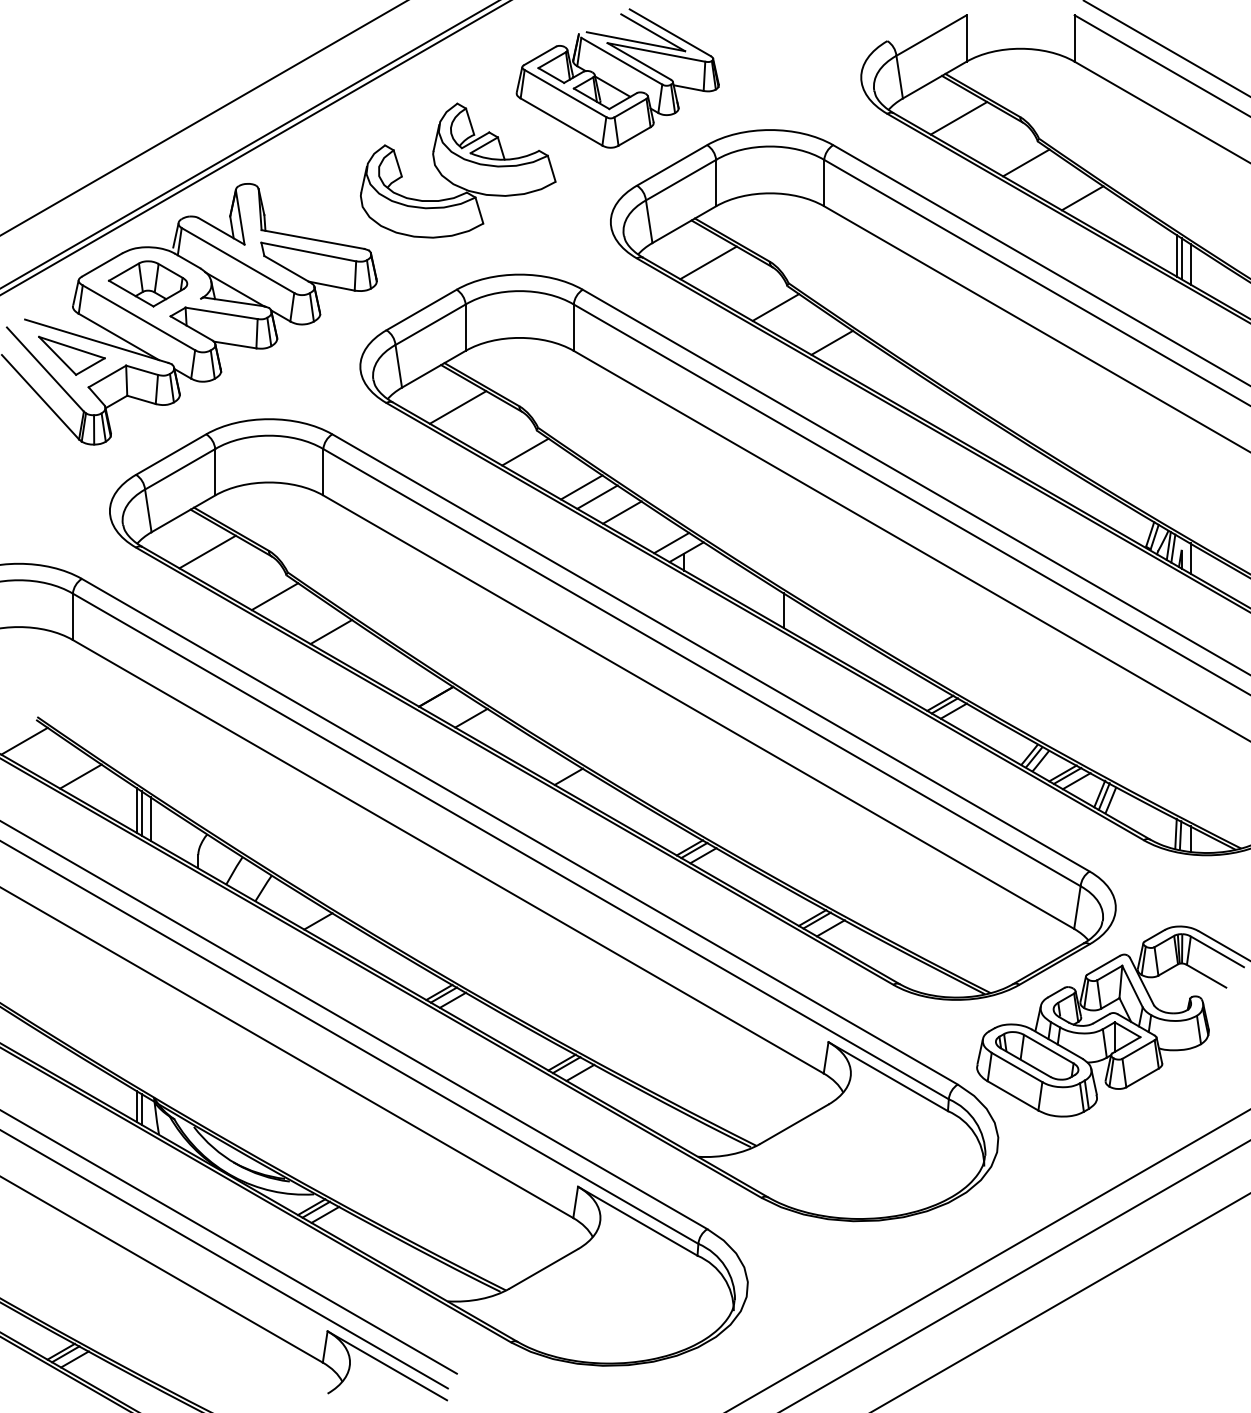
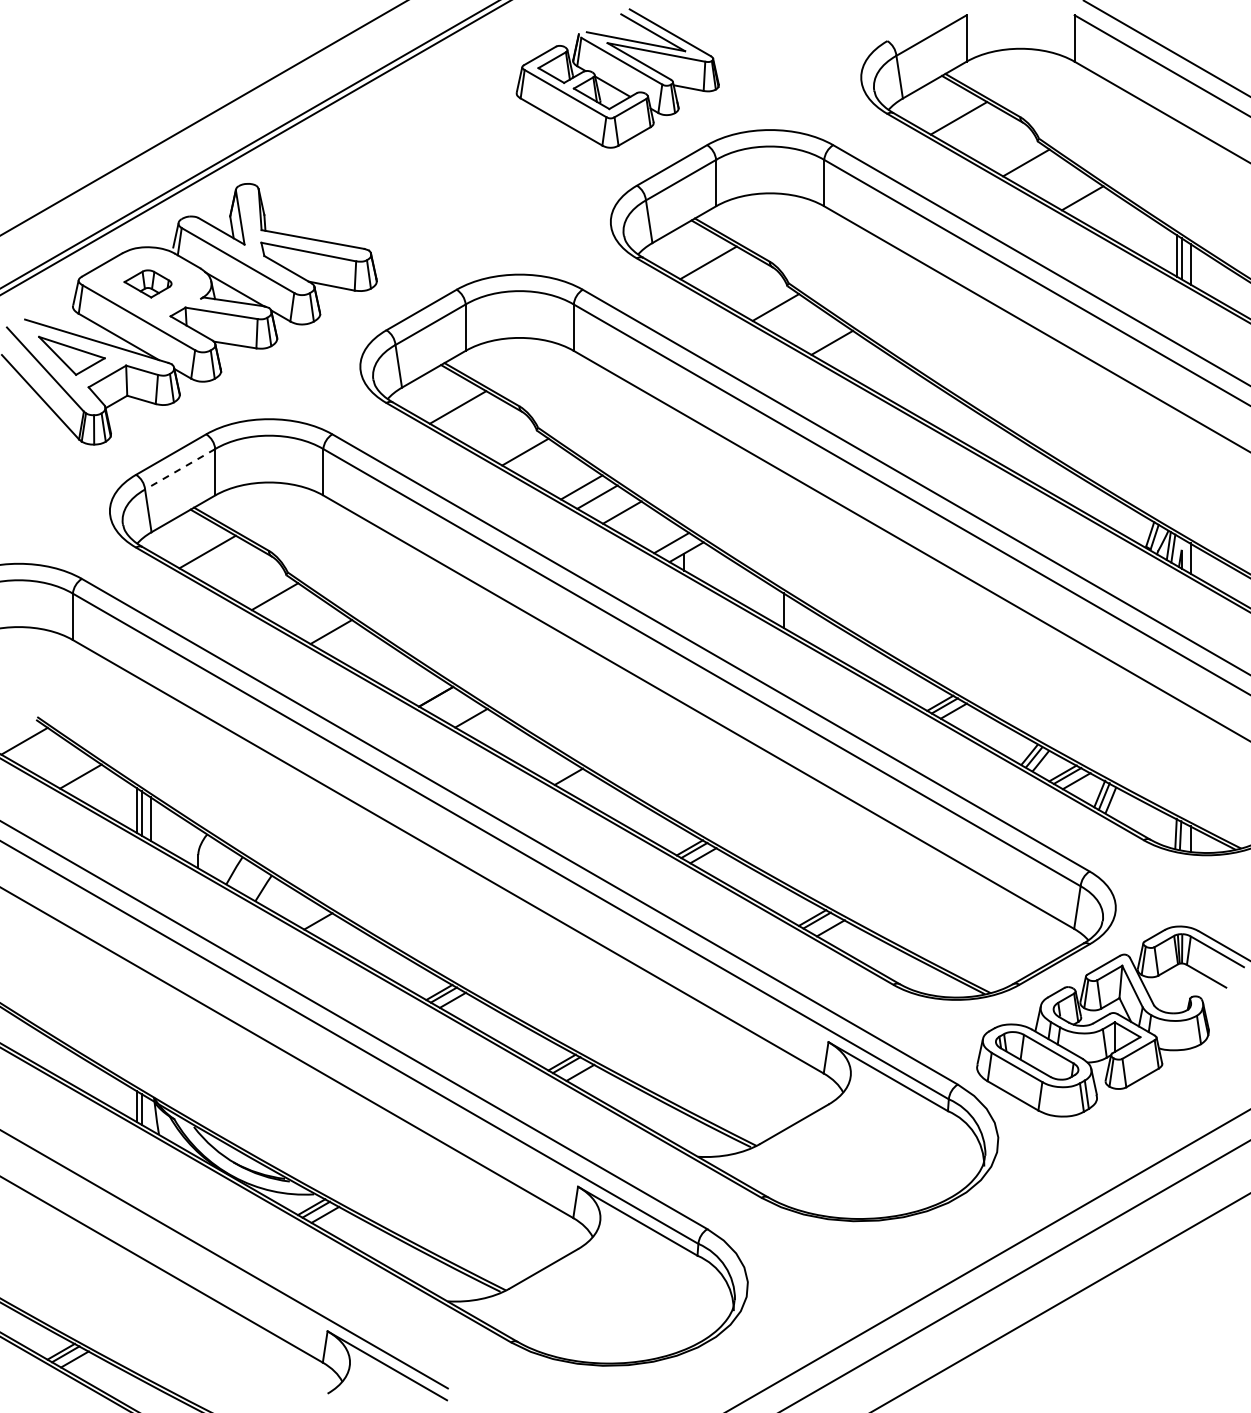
part at (458, 170): present -> none
part at (147, 283) size: 82x48 px -> 50x30 px
line at (180, 469): solid -> dashed
line at (229, 1242): present -> none
